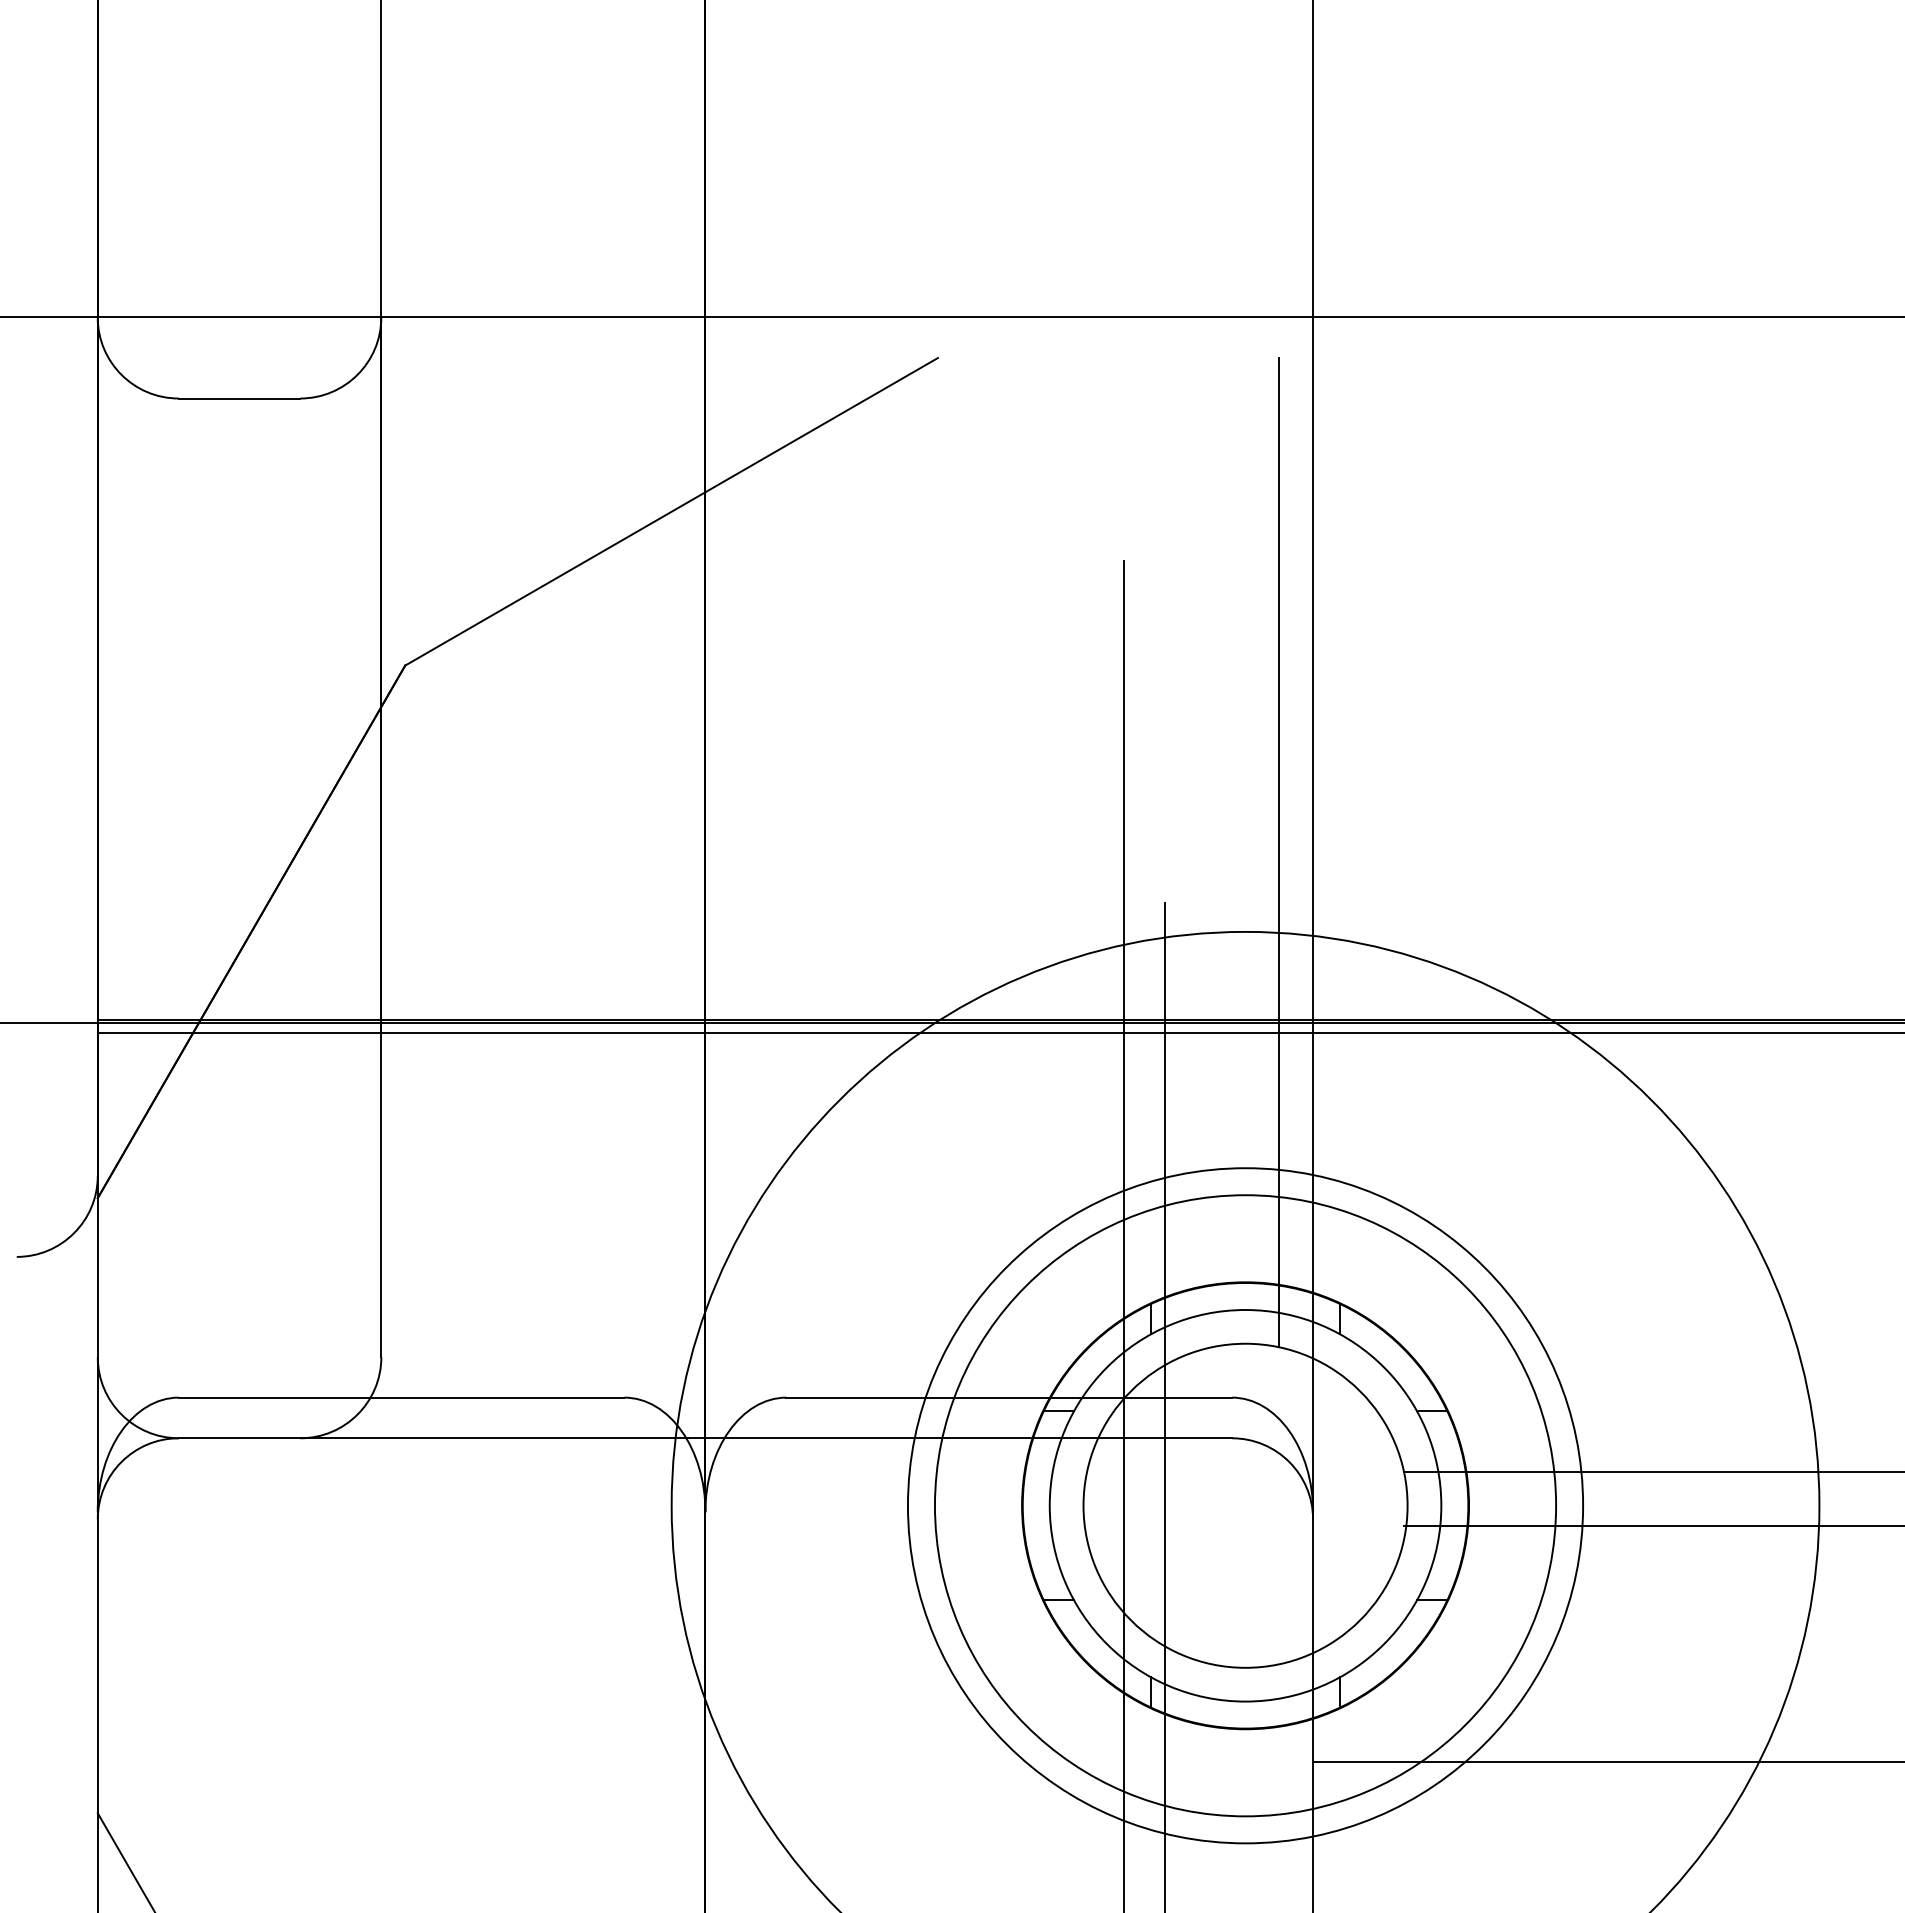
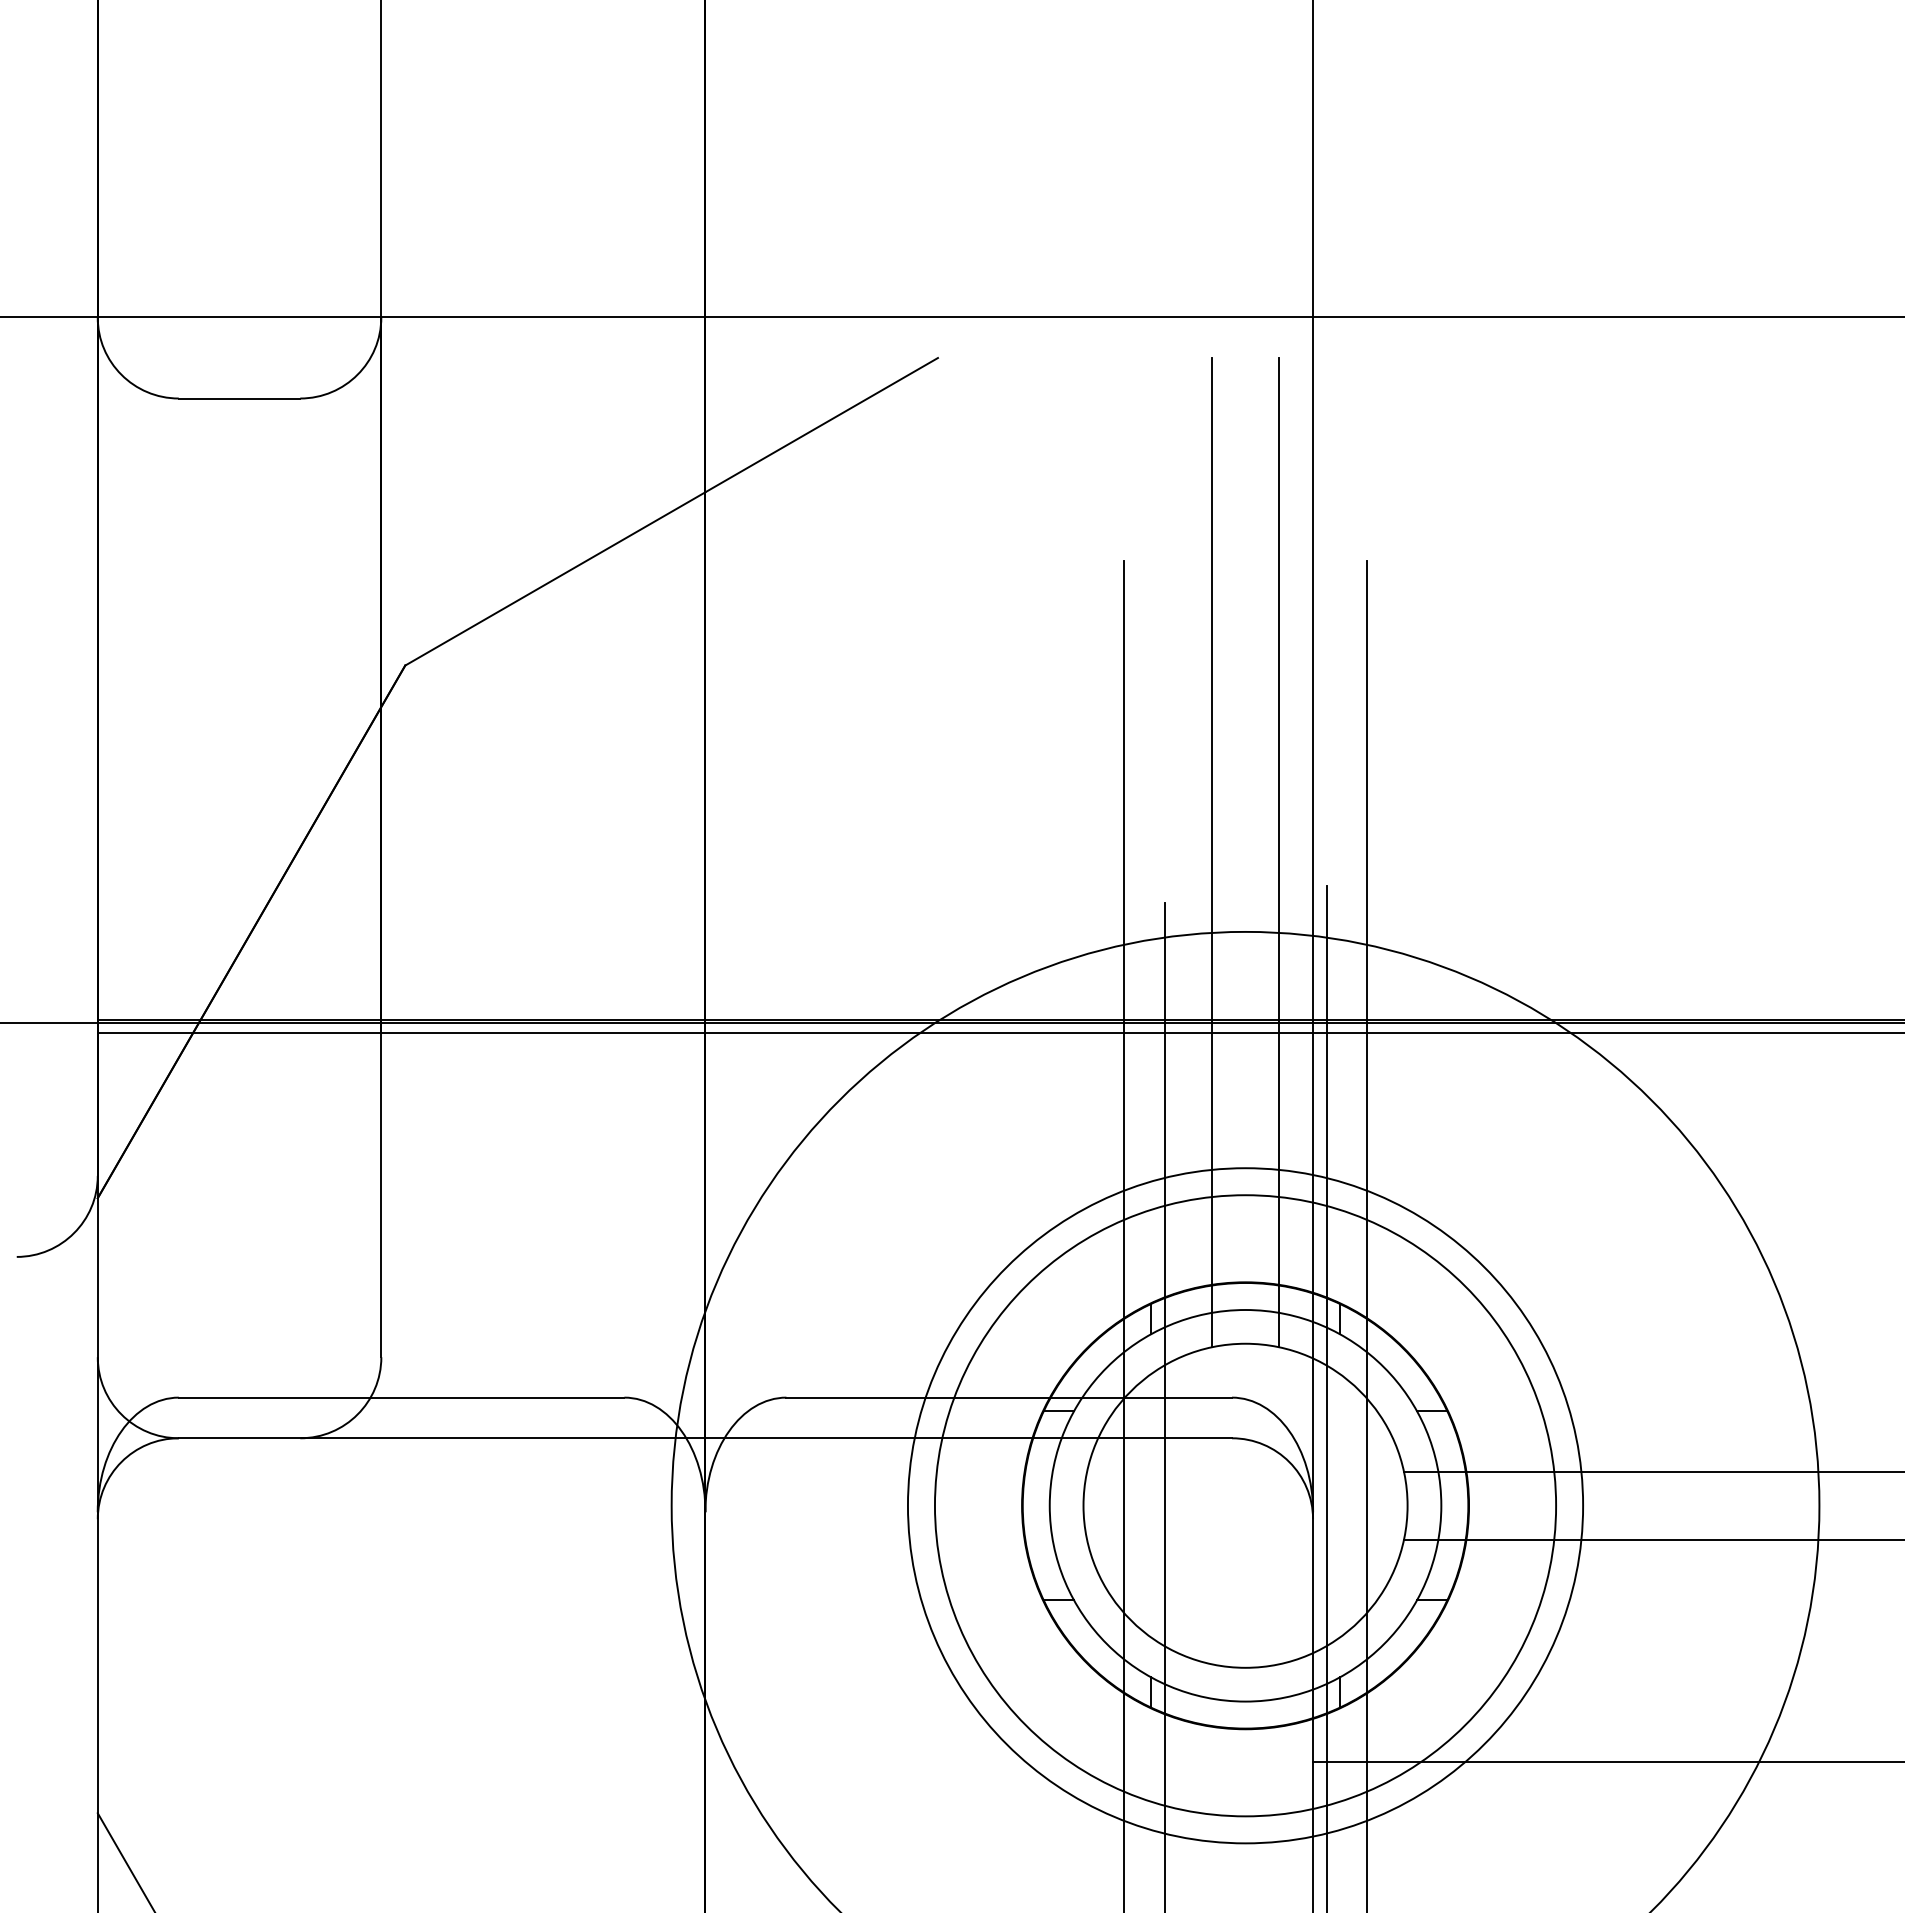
line at (1211, 852): none -> present
line at (1367, 1234): none -> present
line at (1326, 1397): none -> present
line at (1652, 1525) position: (1652, 1525) -> (1652, 1539)
